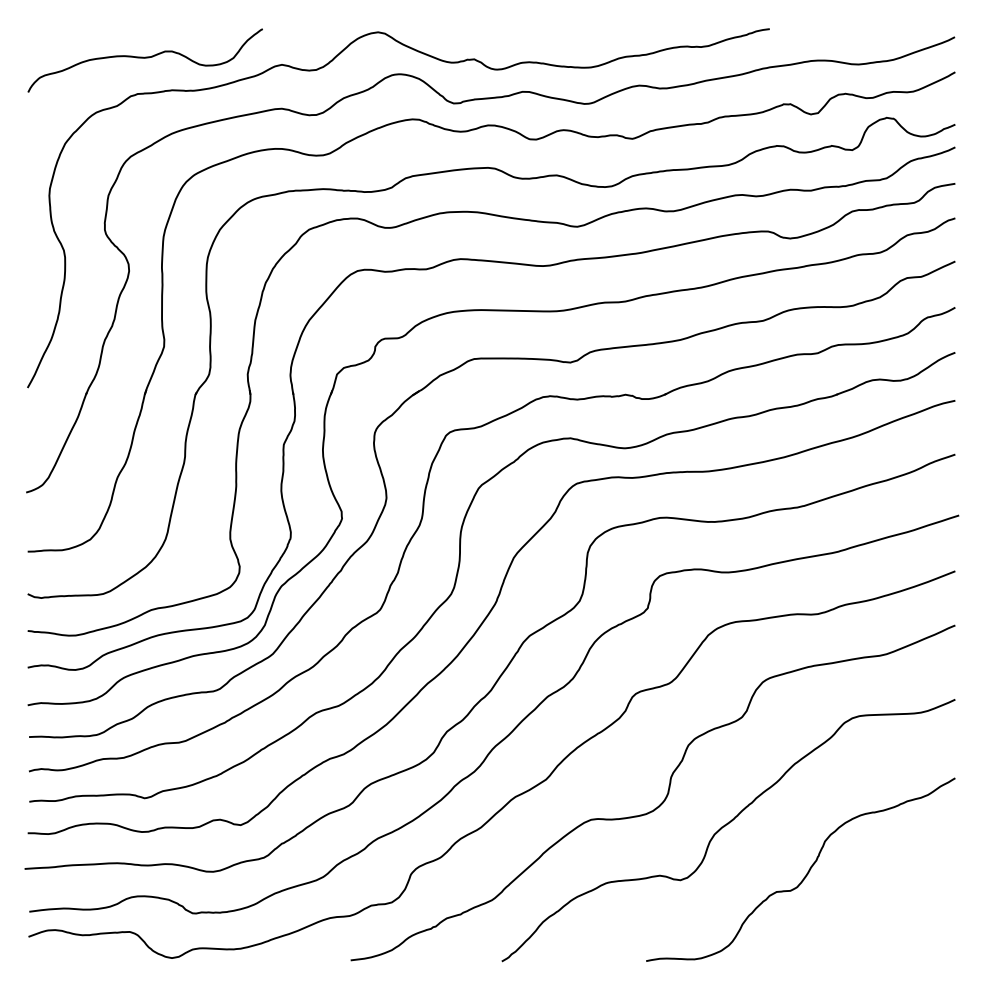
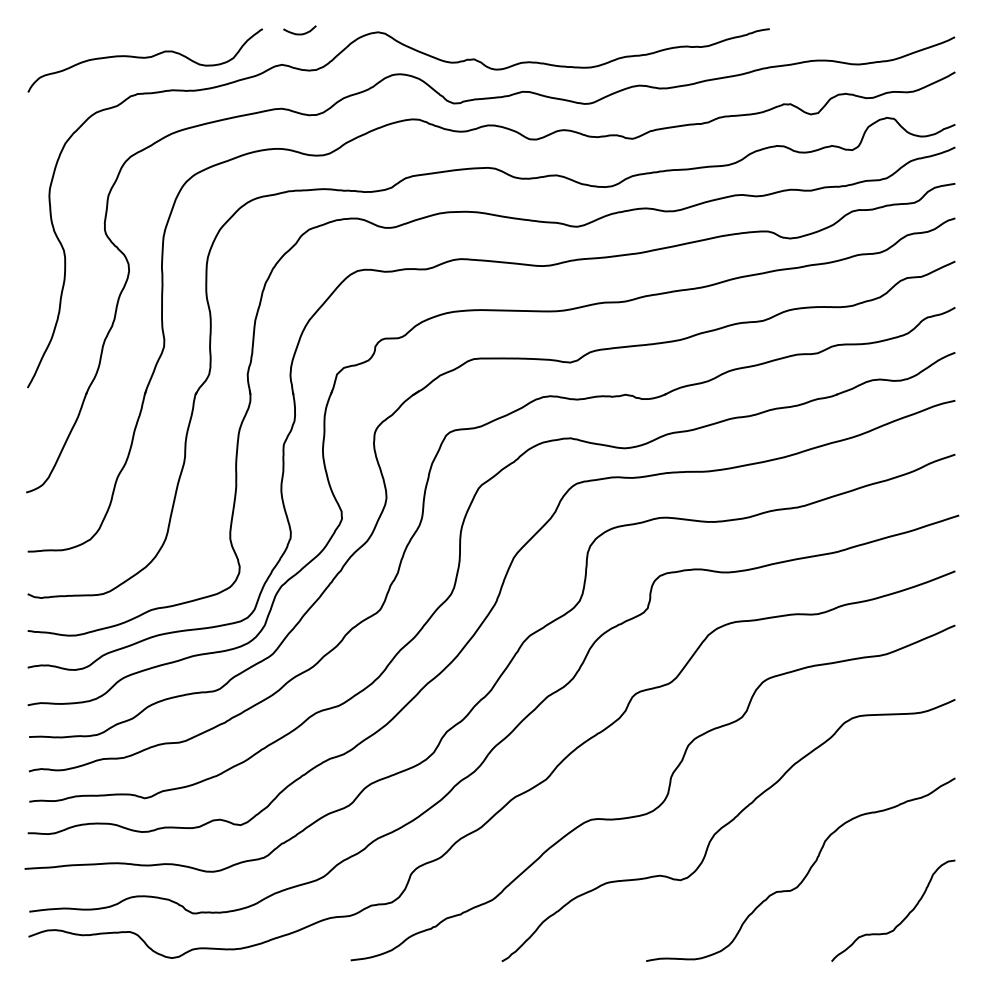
curve at (299, 33): none -> present
curve at (902, 919): none -> present
